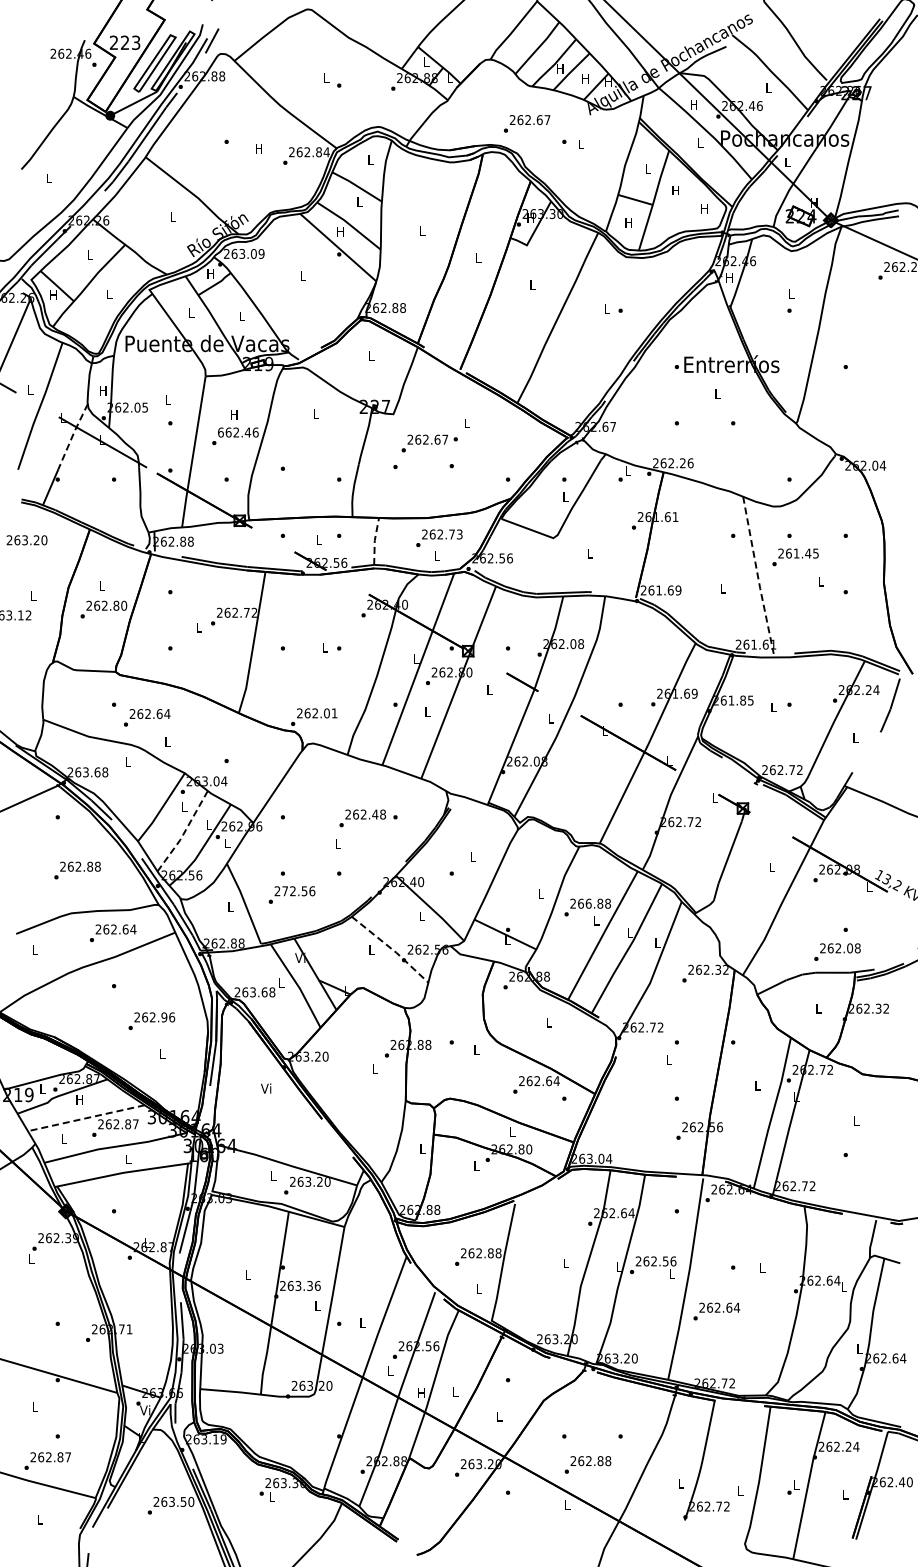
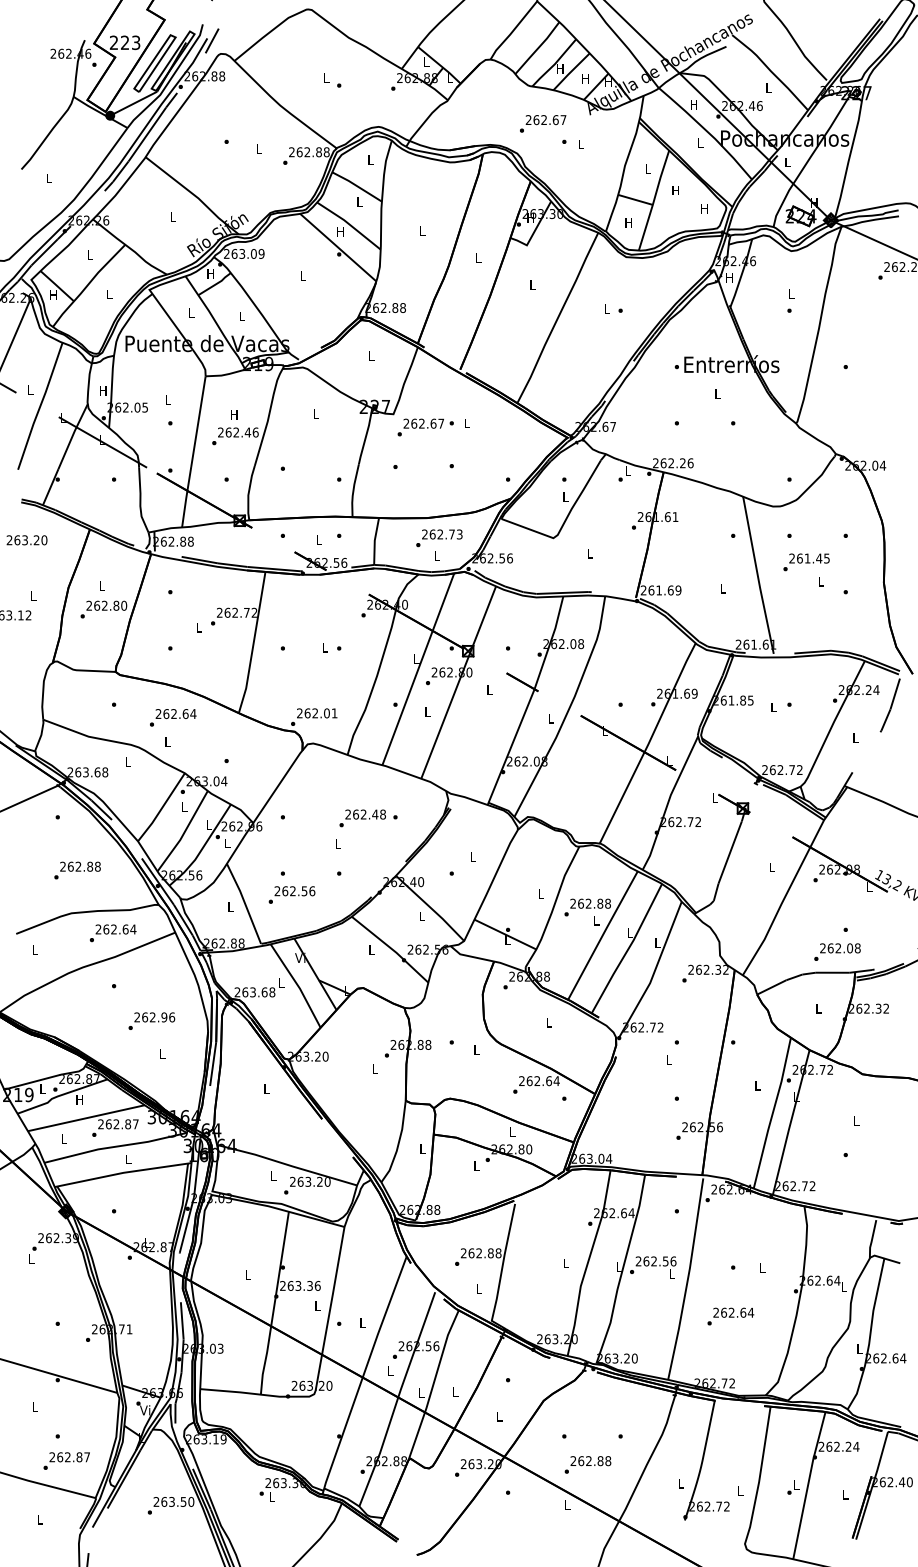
text at (527, 123) position: (527, 123) -> (543, 123)
text at (258, 148): H -> L
text at (326, 152): 262.84 -> 262.88
text at (220, 432): 662.46 -> 262.46
line at (72, 436): dashed -> solid
text at (429, 443) position: (429, 443) -> (425, 427)
line at (374, 540): dashed -> solid
text at (795, 557) position: (795, 557) -> (806, 562)
line at (757, 575): dashed -> solid
text at (147, 717) position: (147, 717) -> (173, 717)
line at (184, 832): dashed -> solid
text at (285, 891): 272.56 -> 262.56
text at (588, 903): 266.88 -> 262.88
line at (391, 949): dashed -> solid
text at (266, 1088): Vi -> L
line at (86, 1118): dashed -> solid
text at (716, 1311) position: (716, 1311) -> (730, 1316)
text at (421, 1392): H -> L
text at (47, 1460) position: (47, 1460) -> (66, 1460)
